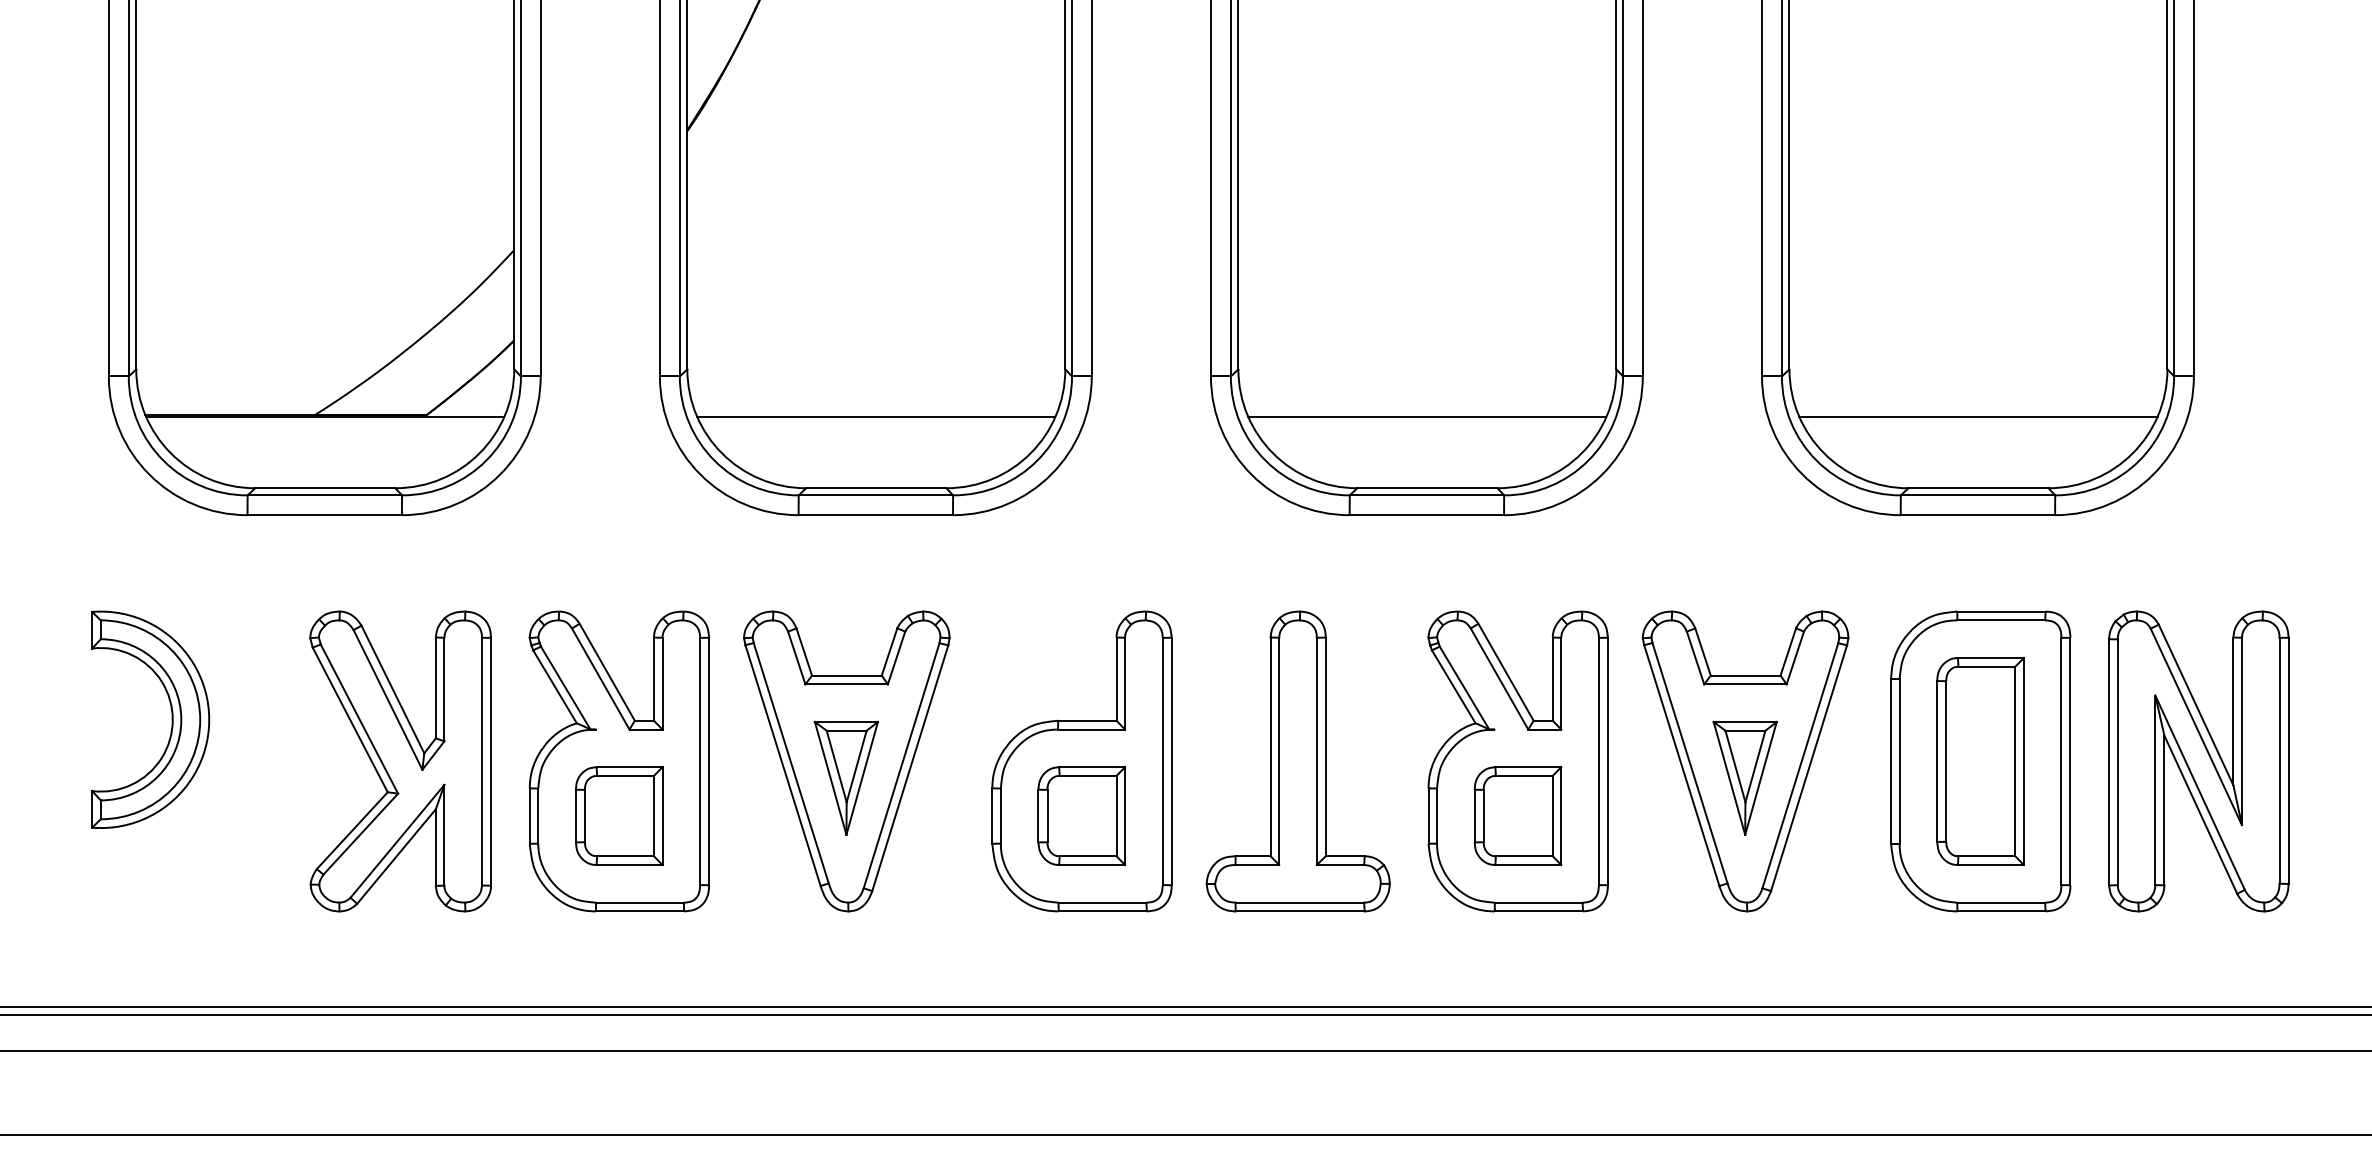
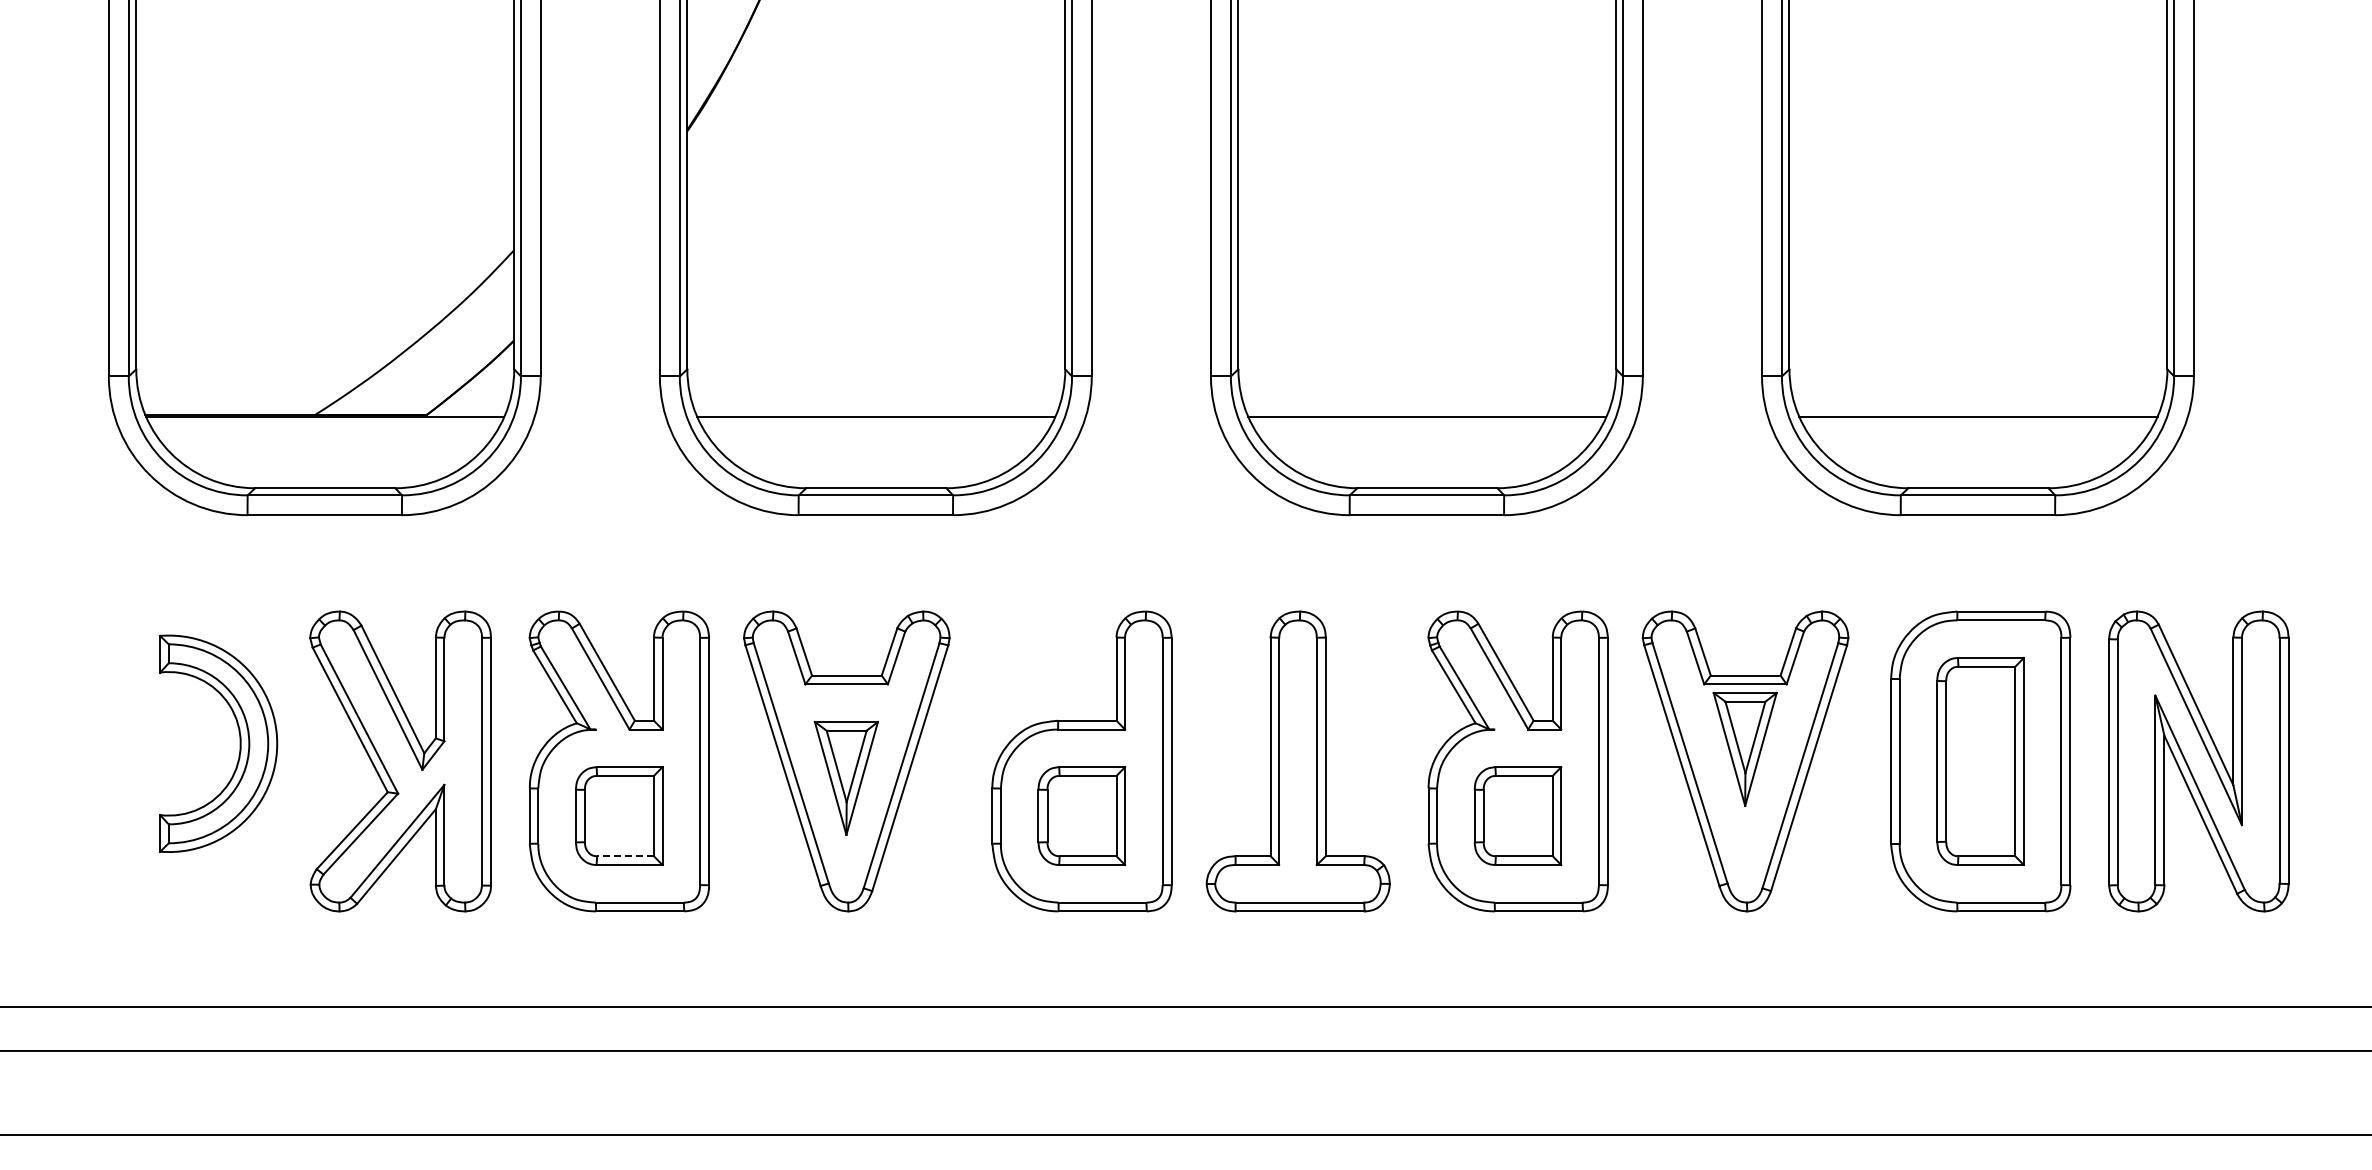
part at (171, 719) position: (171, 719) -> (239, 743)
part at (1744, 777) position: (1744, 777) -> (1744, 748)
line at (625, 856): solid -> dashed
line at (1185, 1015): present -> none
